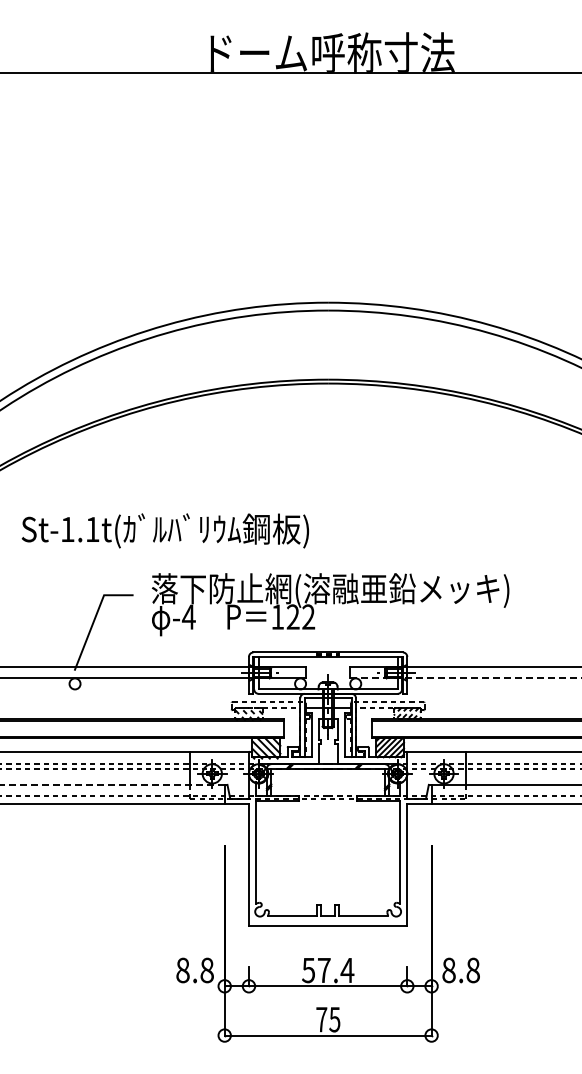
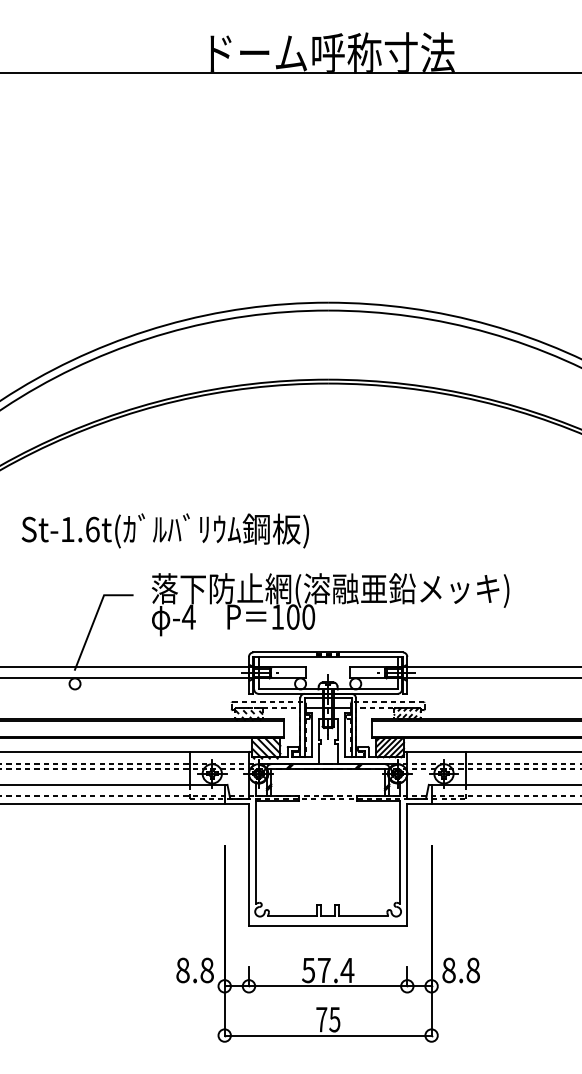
text at (92, 529): St-1.1t( -> St-1.6t(
text at (300, 616): 122 -> 100
line at (466, 678): dashed -> solid
line at (112, 784): dashed -> solid
